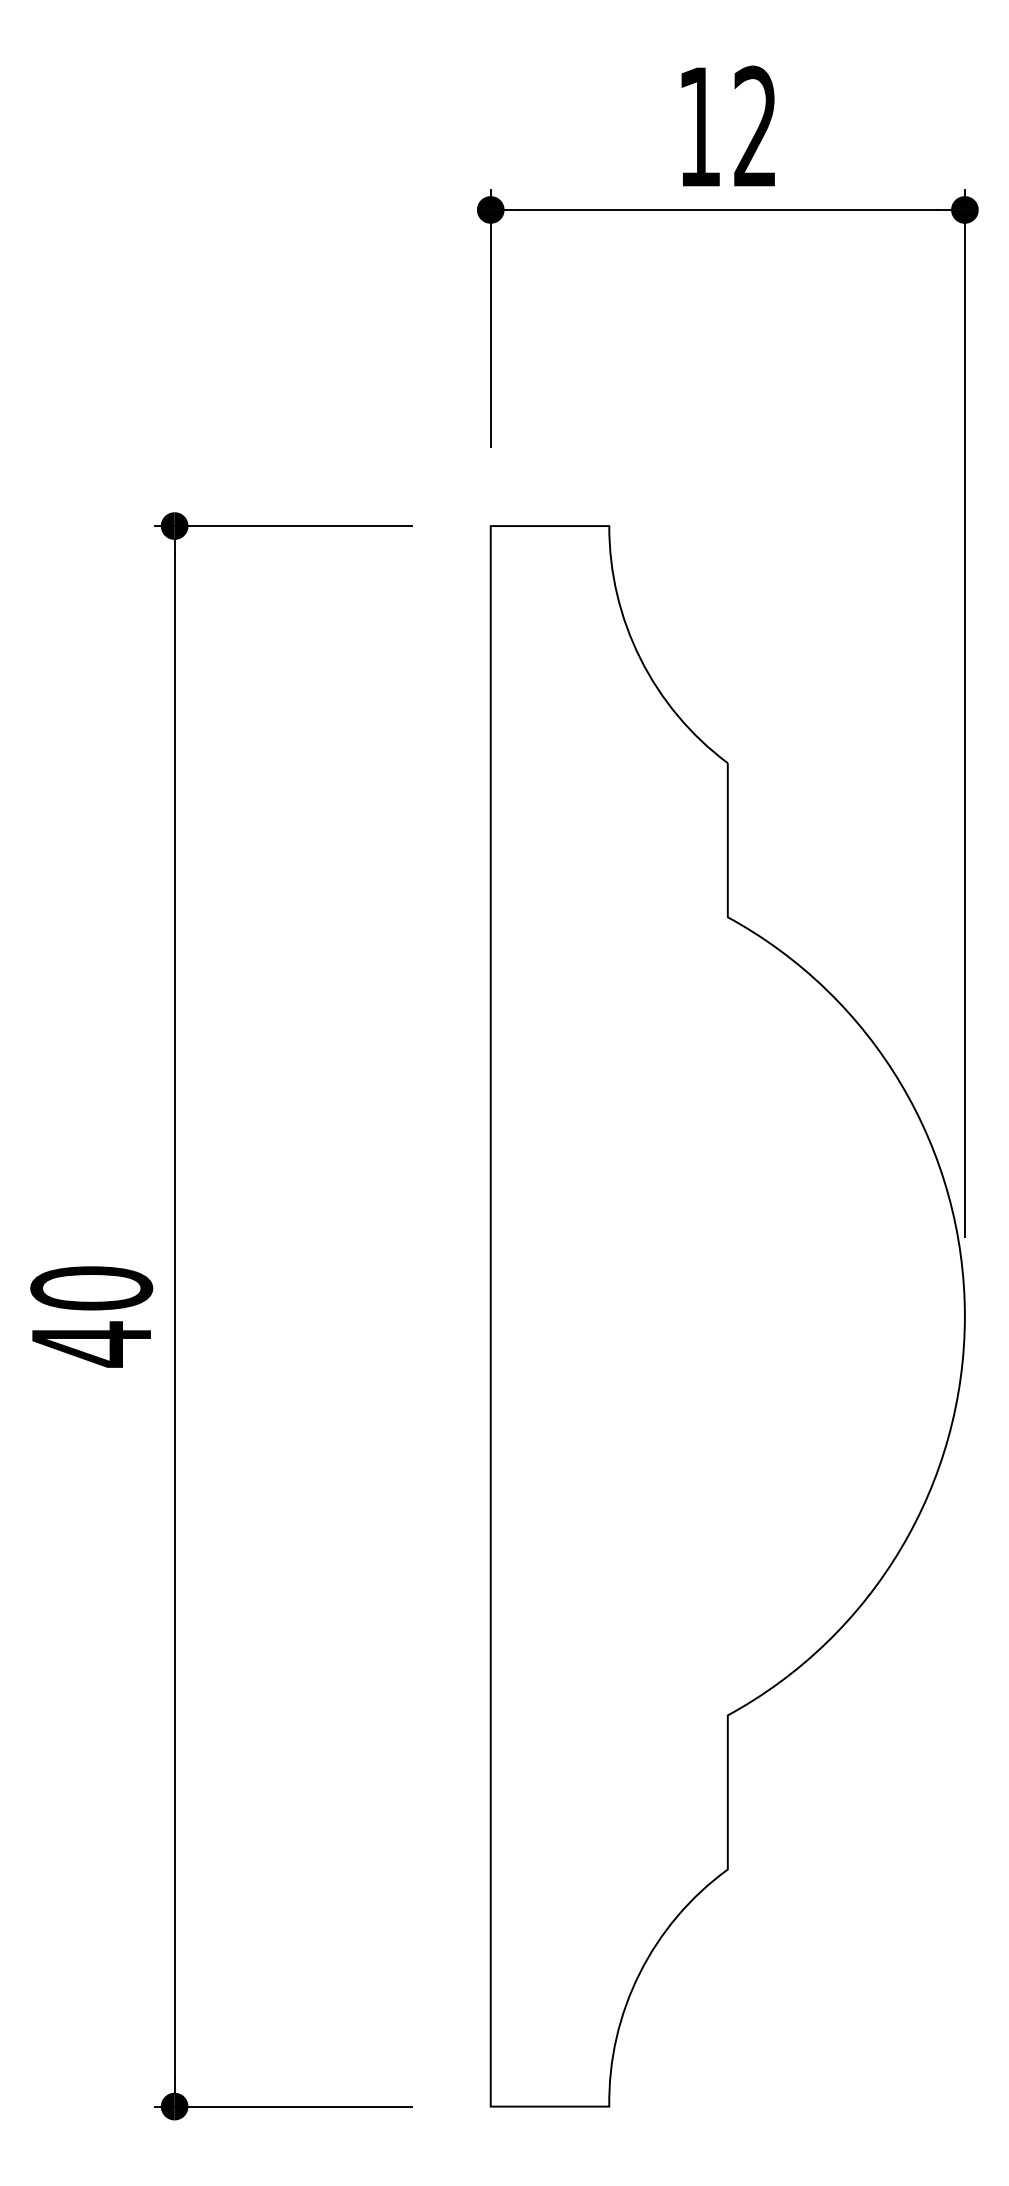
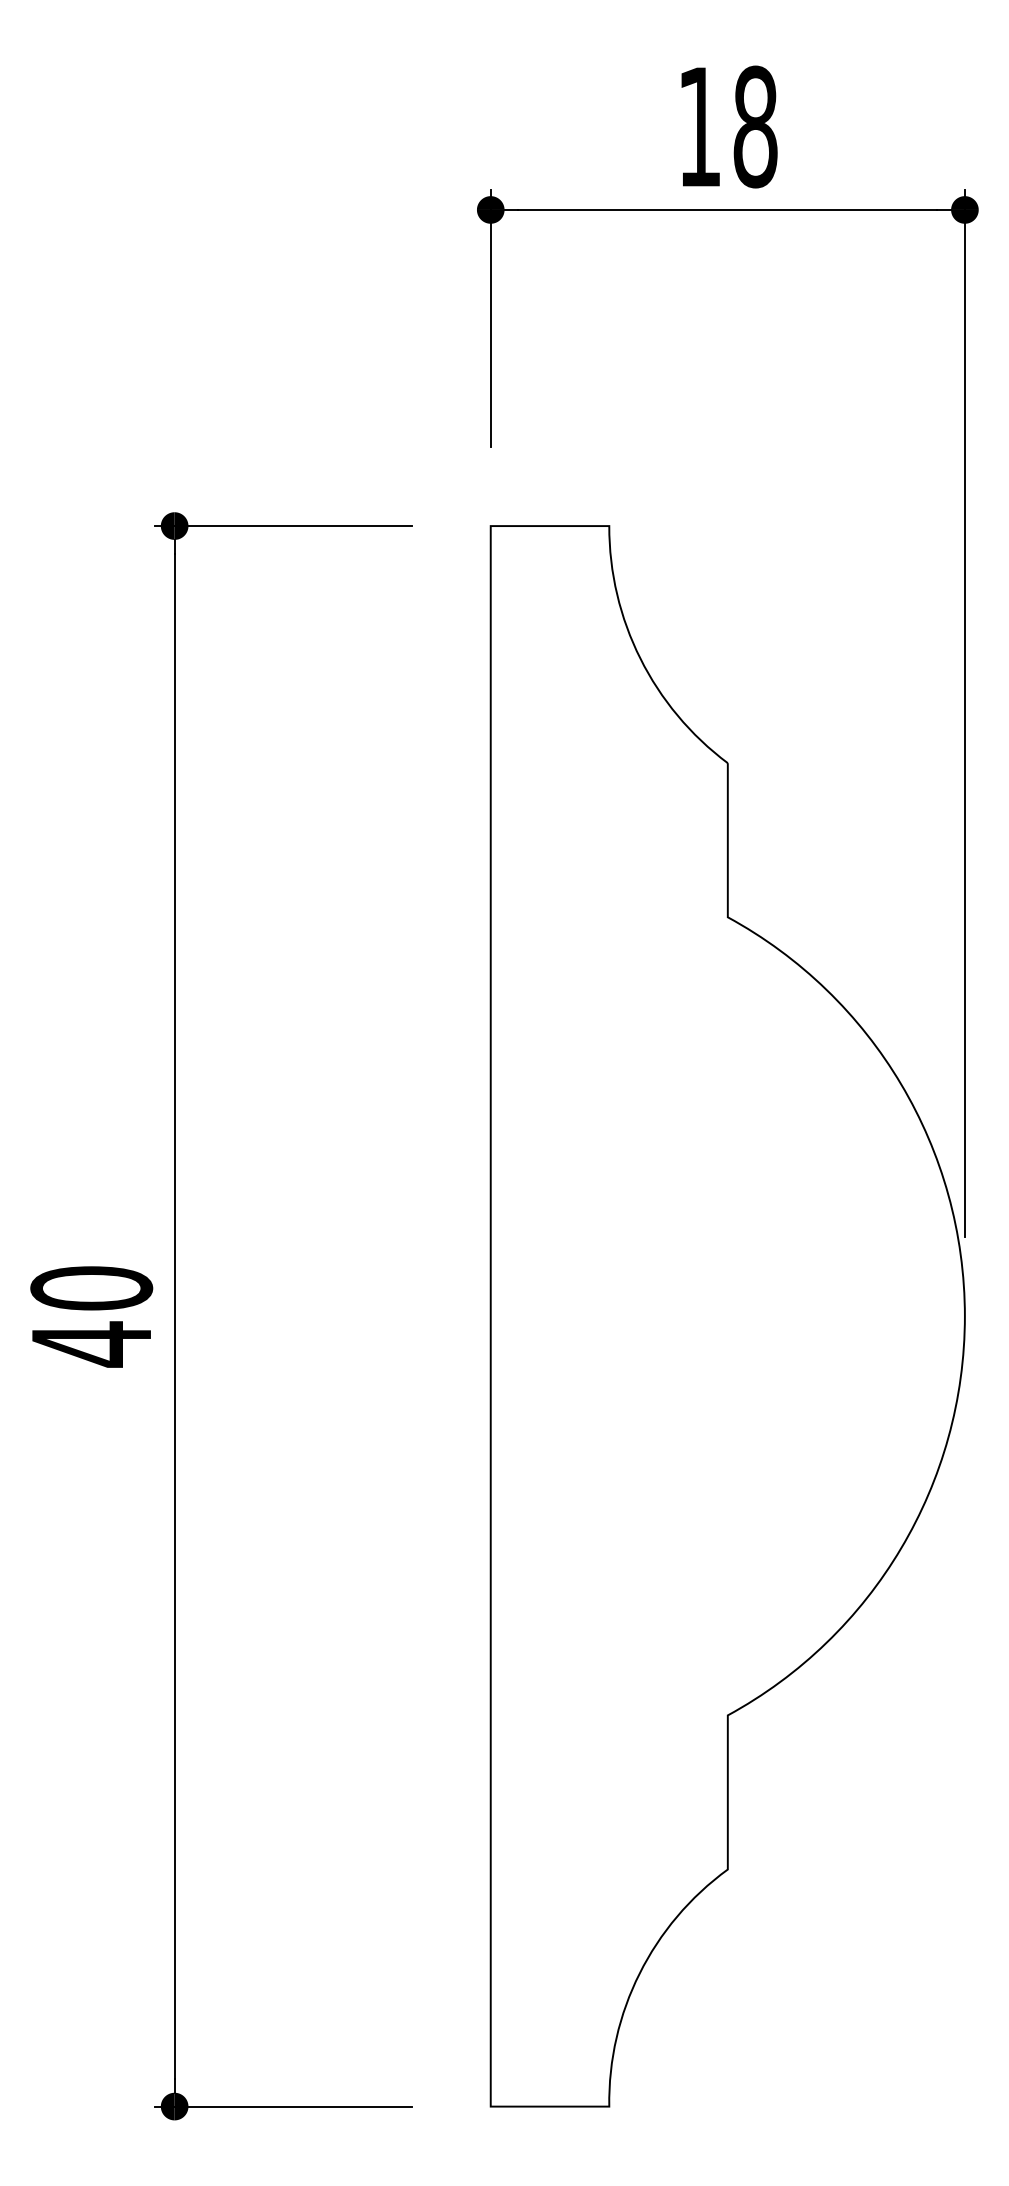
text at (755, 126): 12 -> 18
